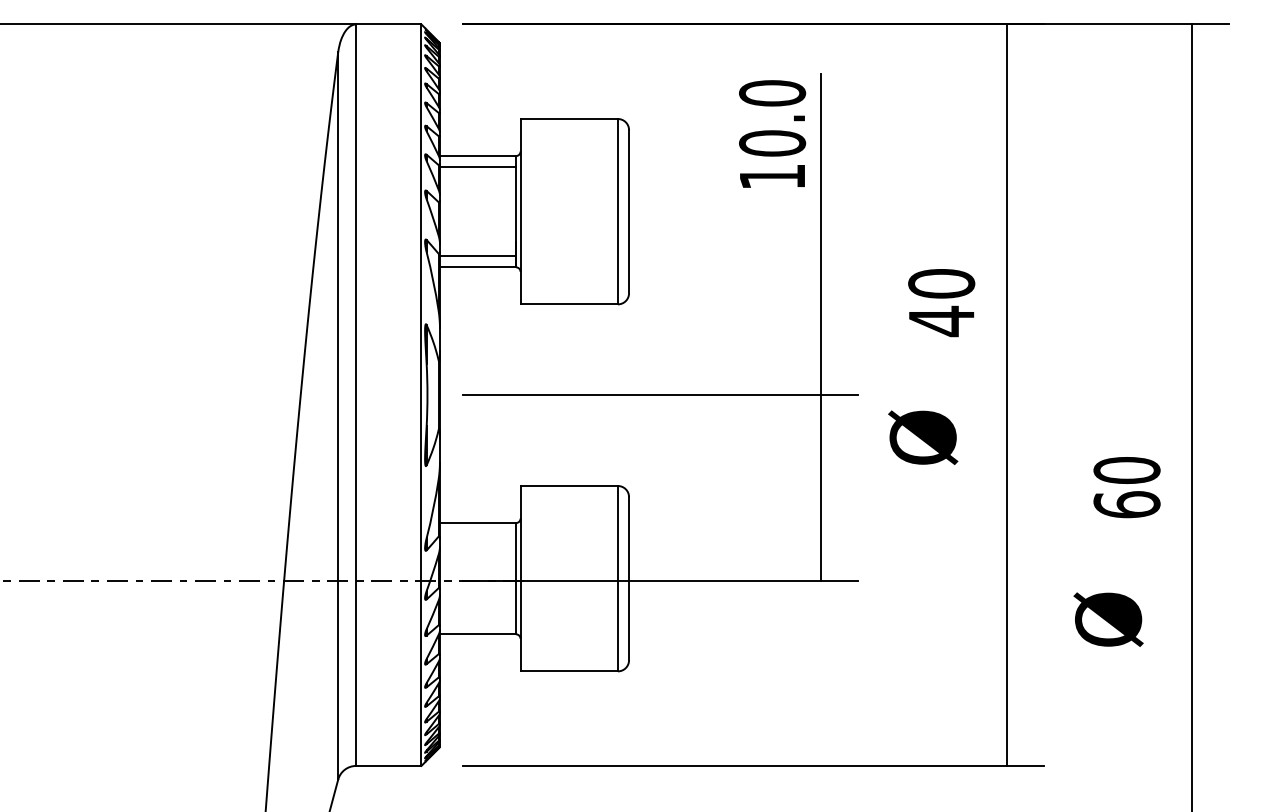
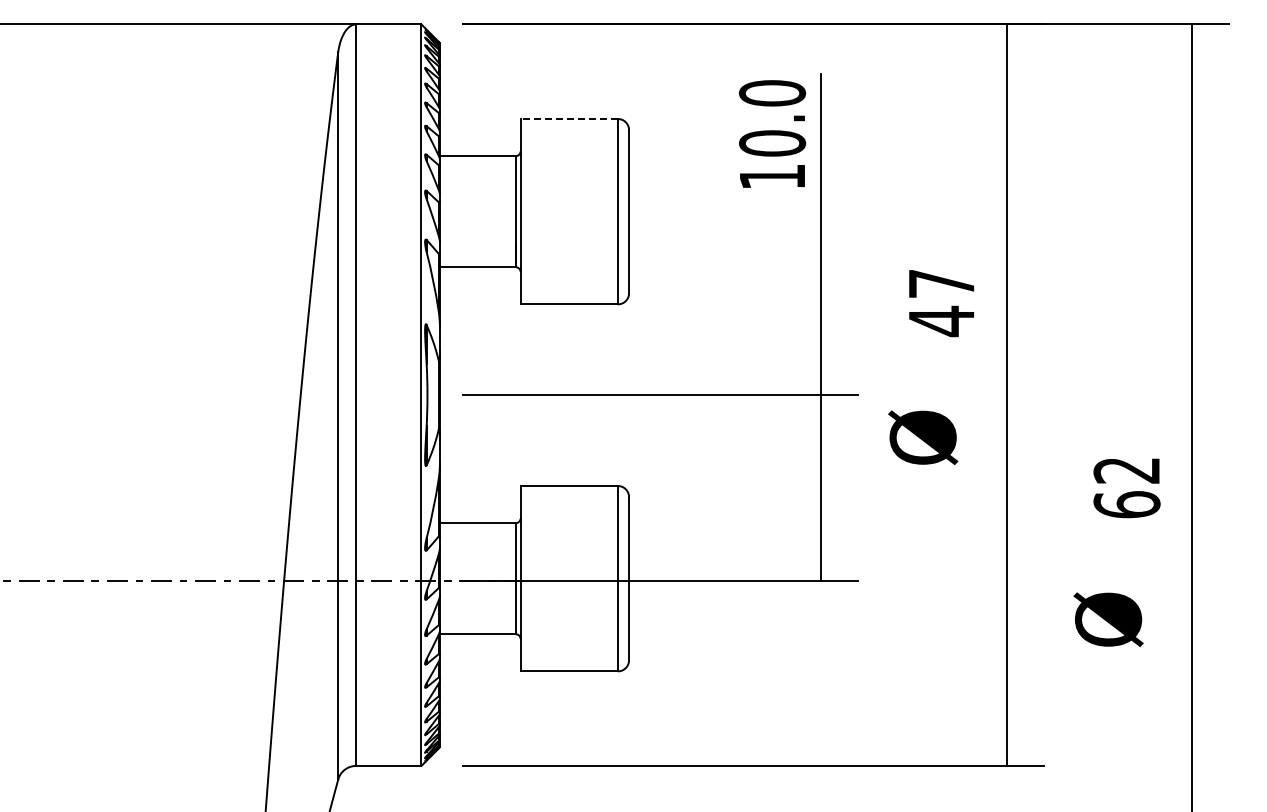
line at (569, 119): solid -> dashed
line at (477, 167): present -> none
line at (477, 255): present -> none
text at (941, 283): 40 -> 47
text at (1126, 470): 60 -> 62
